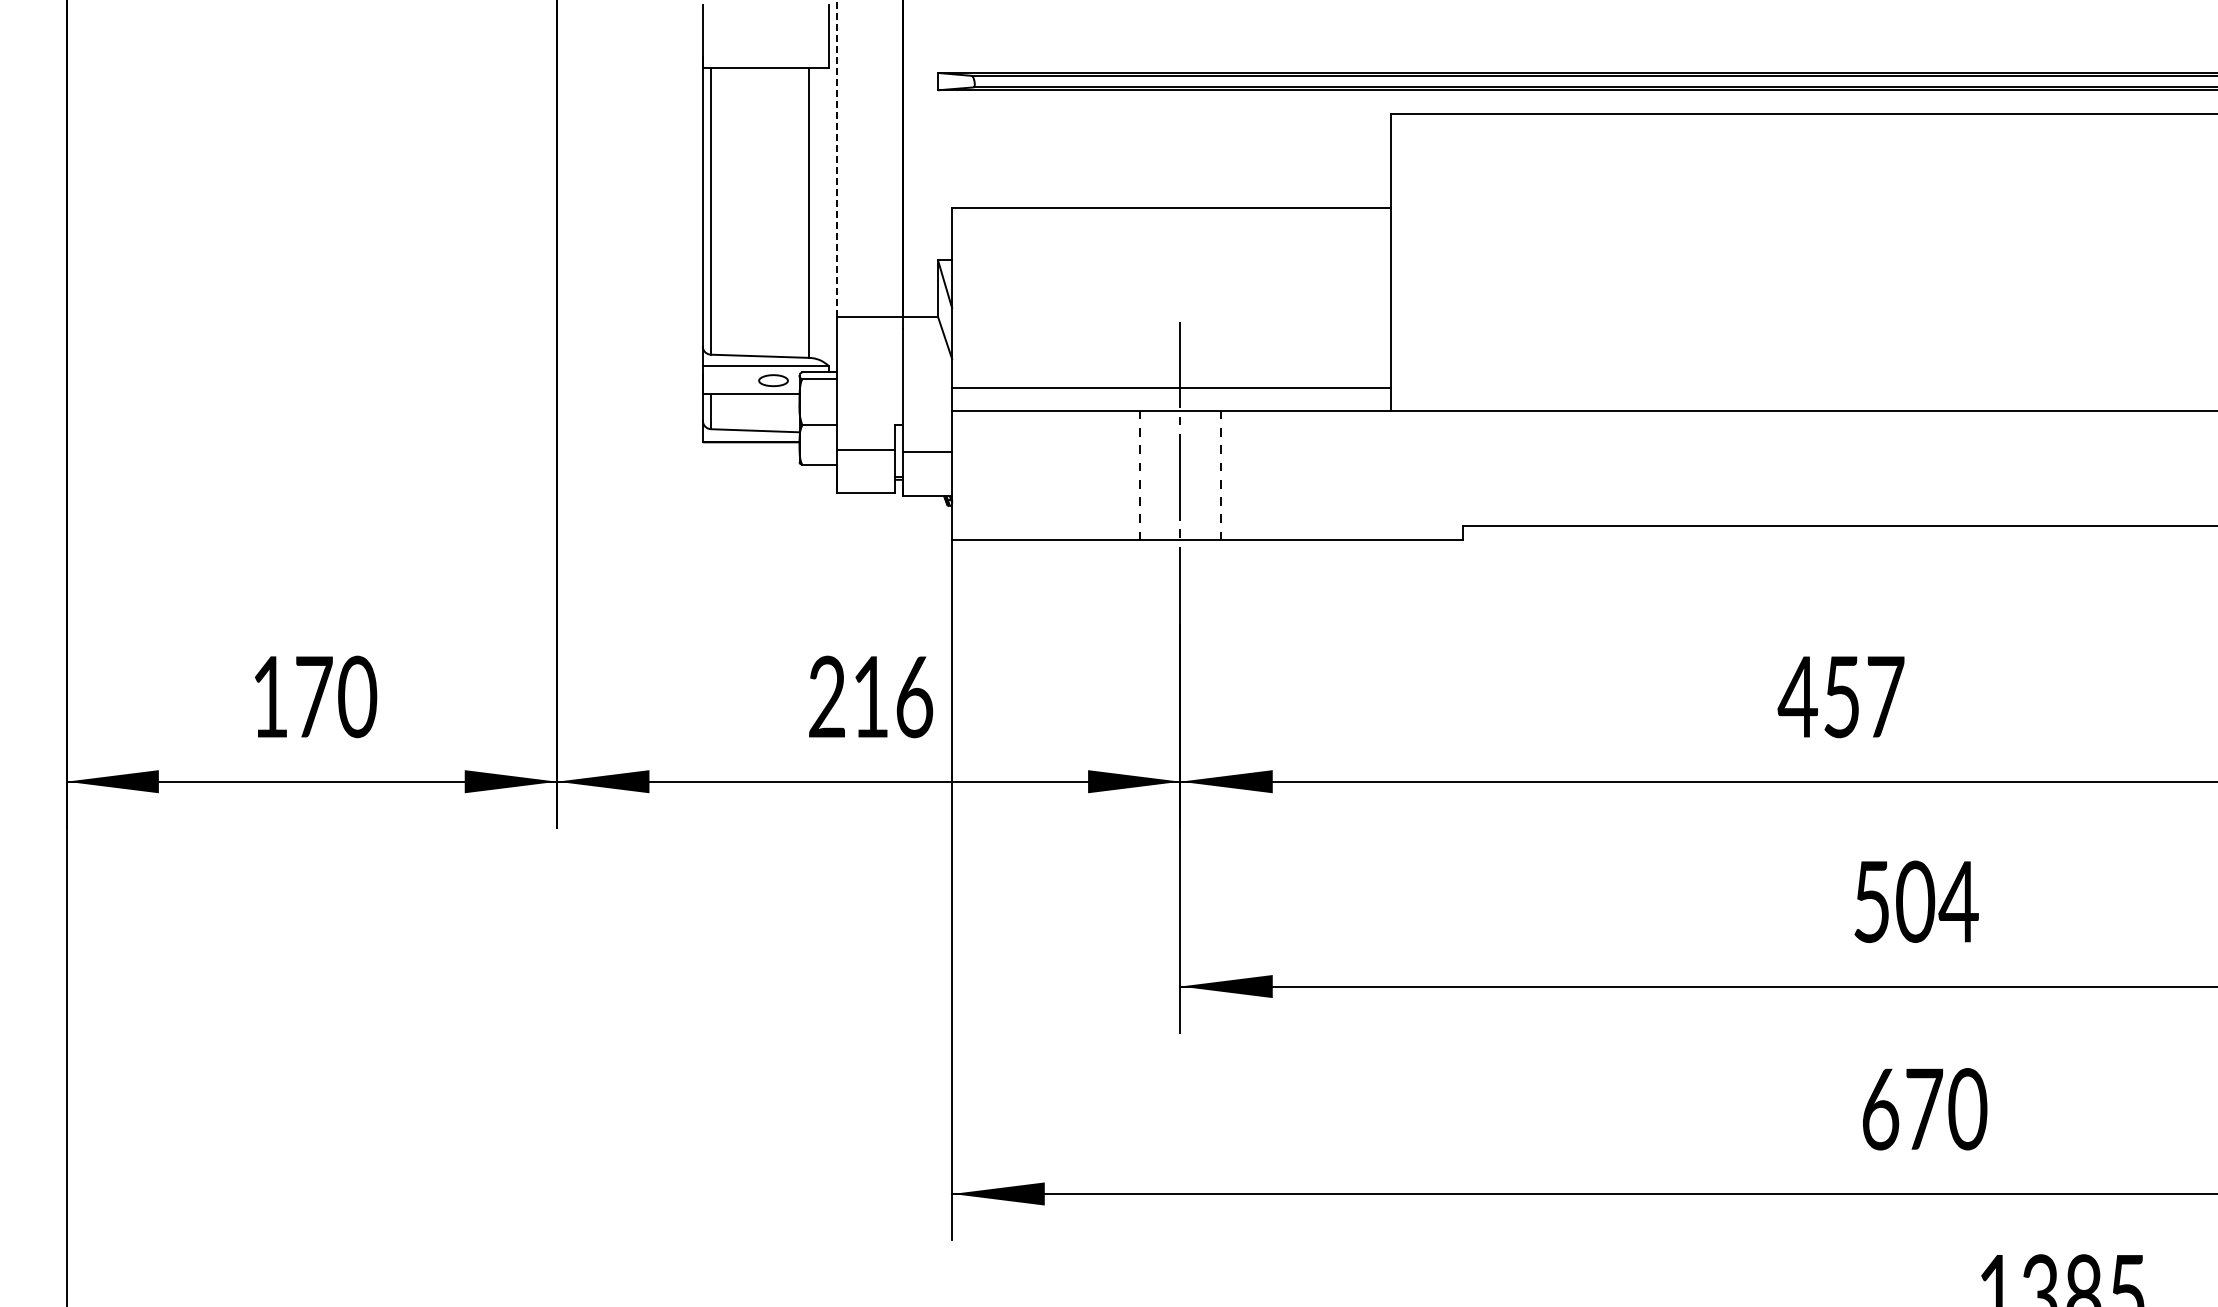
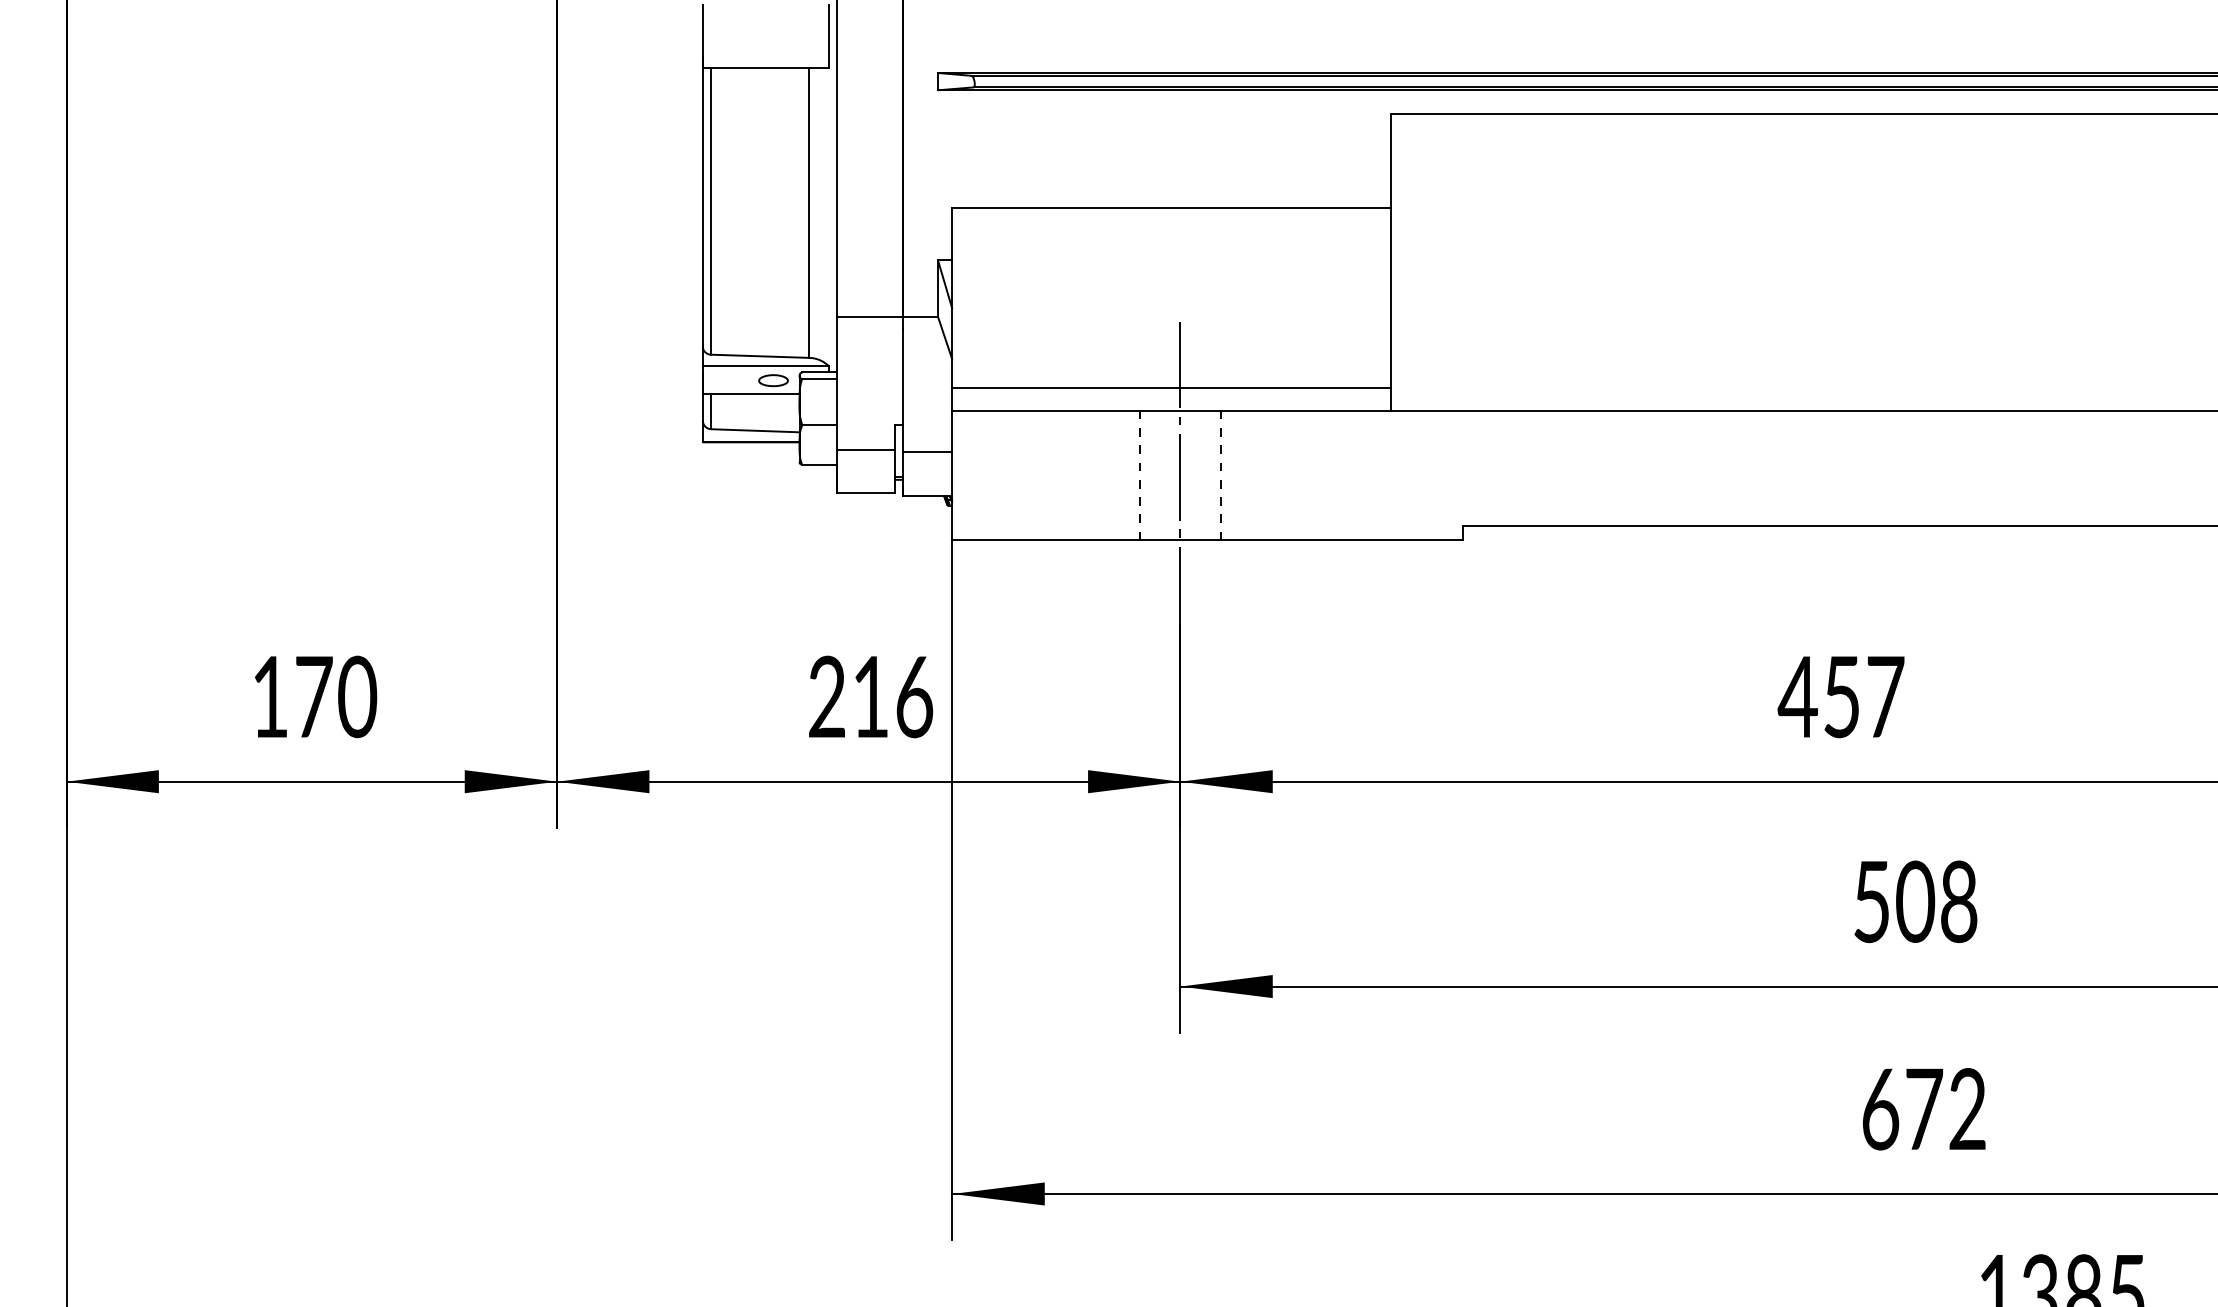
line at (837, 158): dashed -> solid
text at (1958, 901): 504 -> 508
text at (1967, 1109): 670 -> 672
